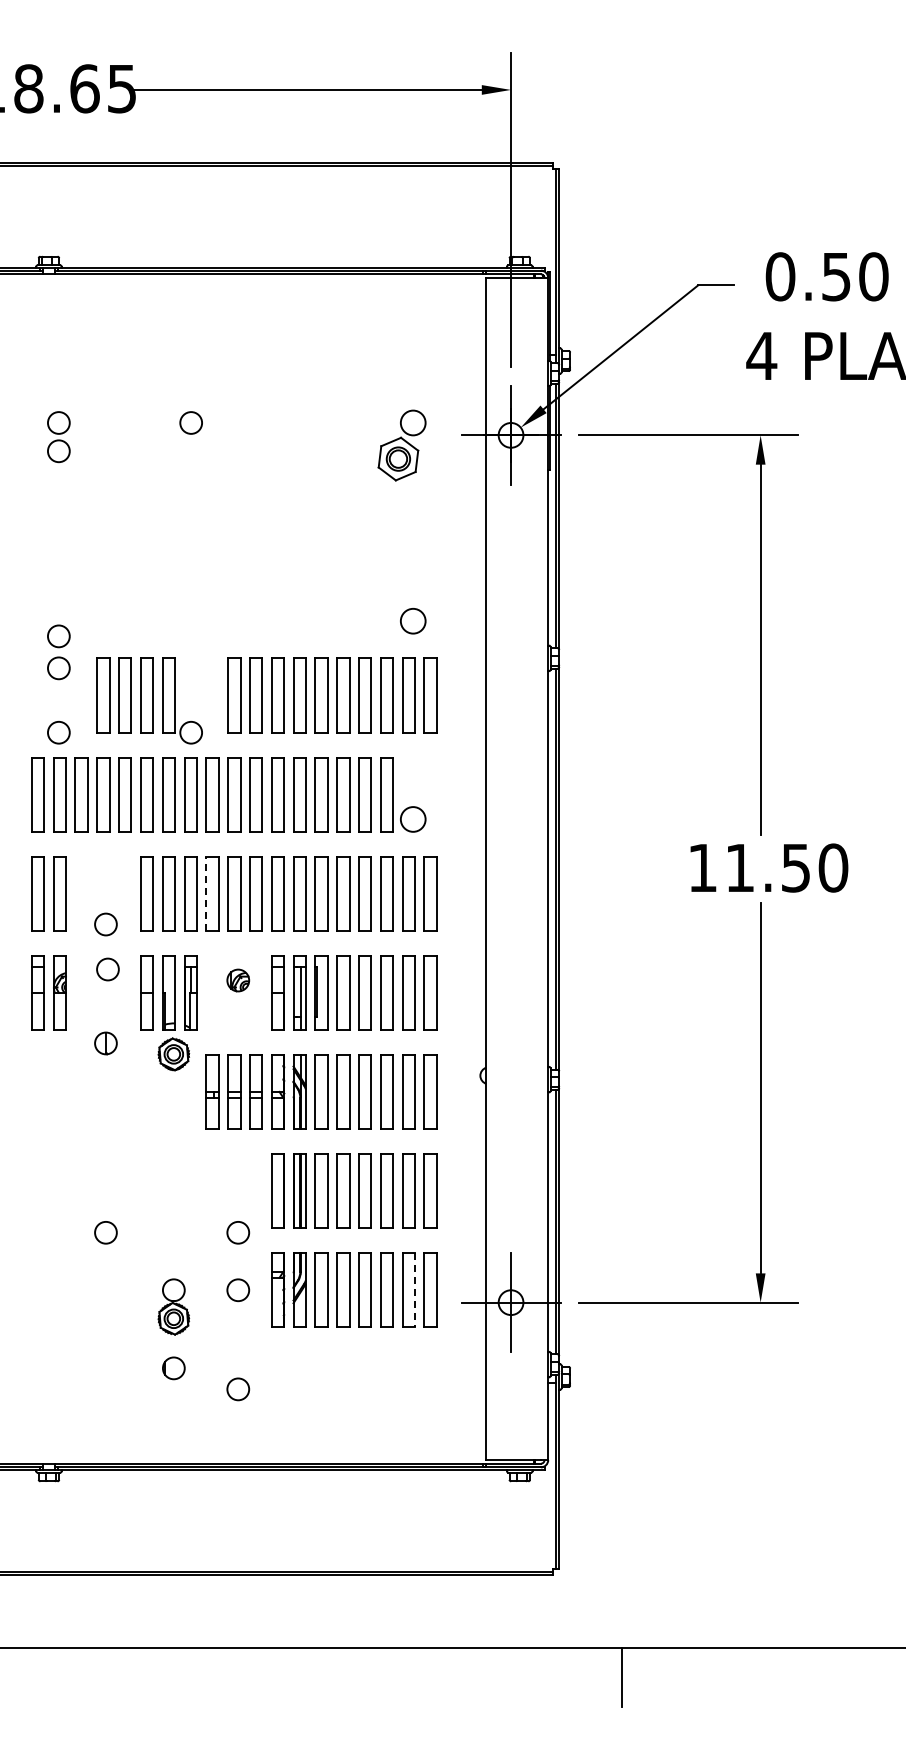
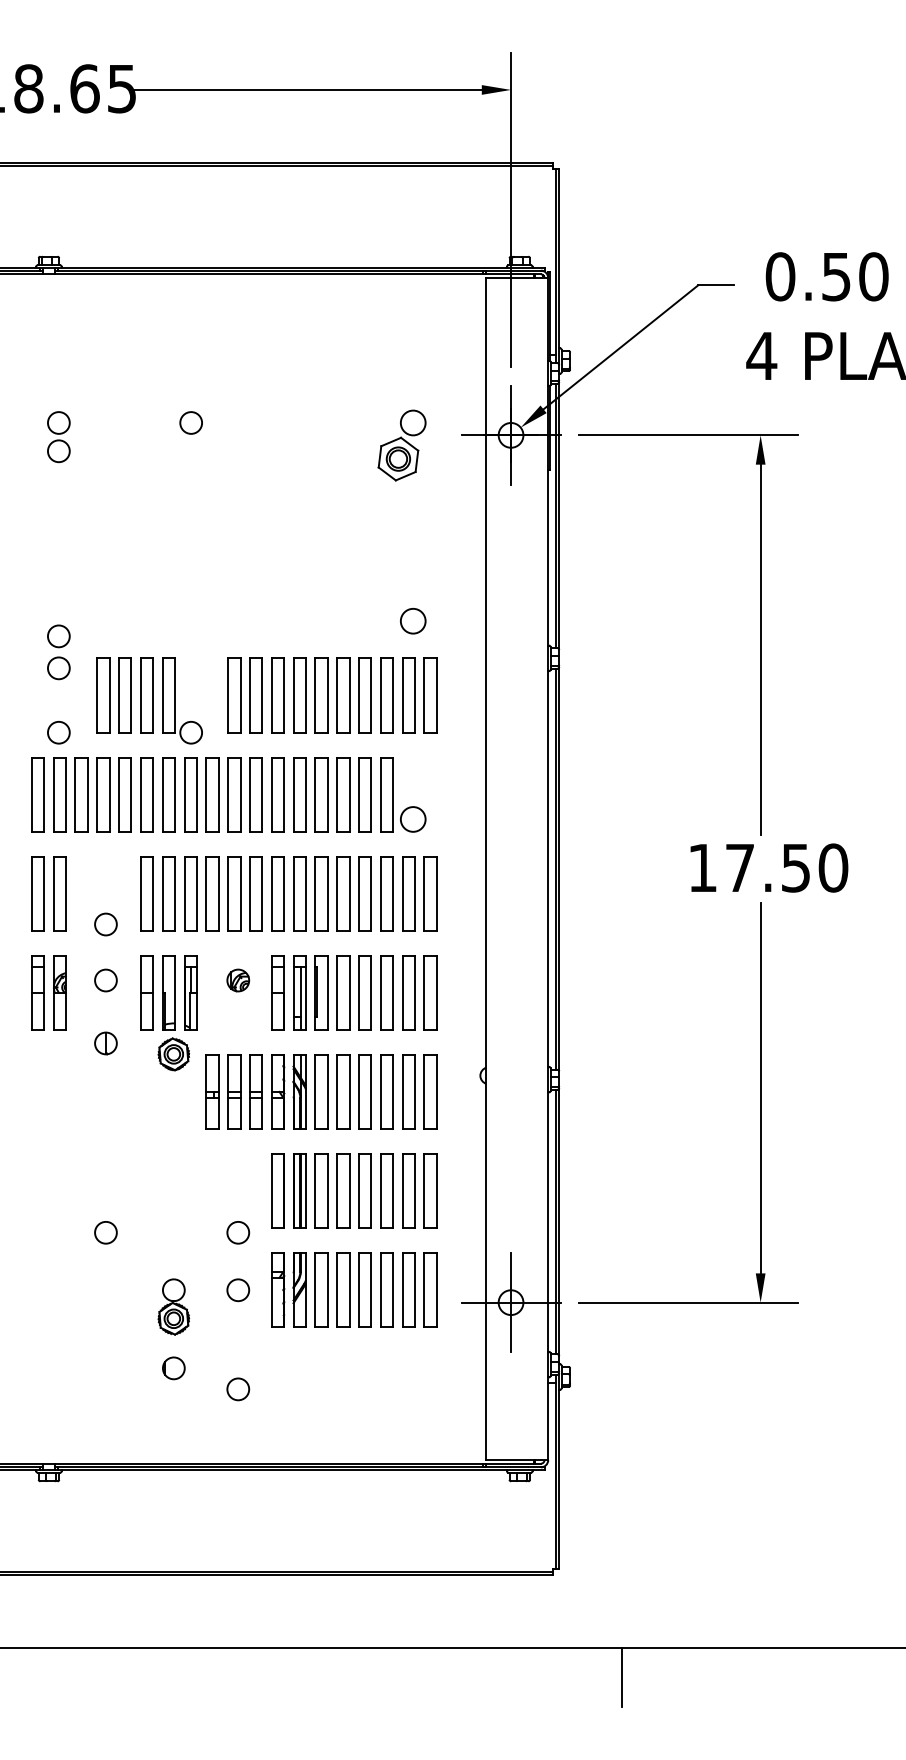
text at (739, 867): 11.50 -> 17.50
line at (206, 893): dashed -> solid
circle at (107, 969) position: (107, 969) -> (105, 980)
line at (414, 1290): dashed -> solid
